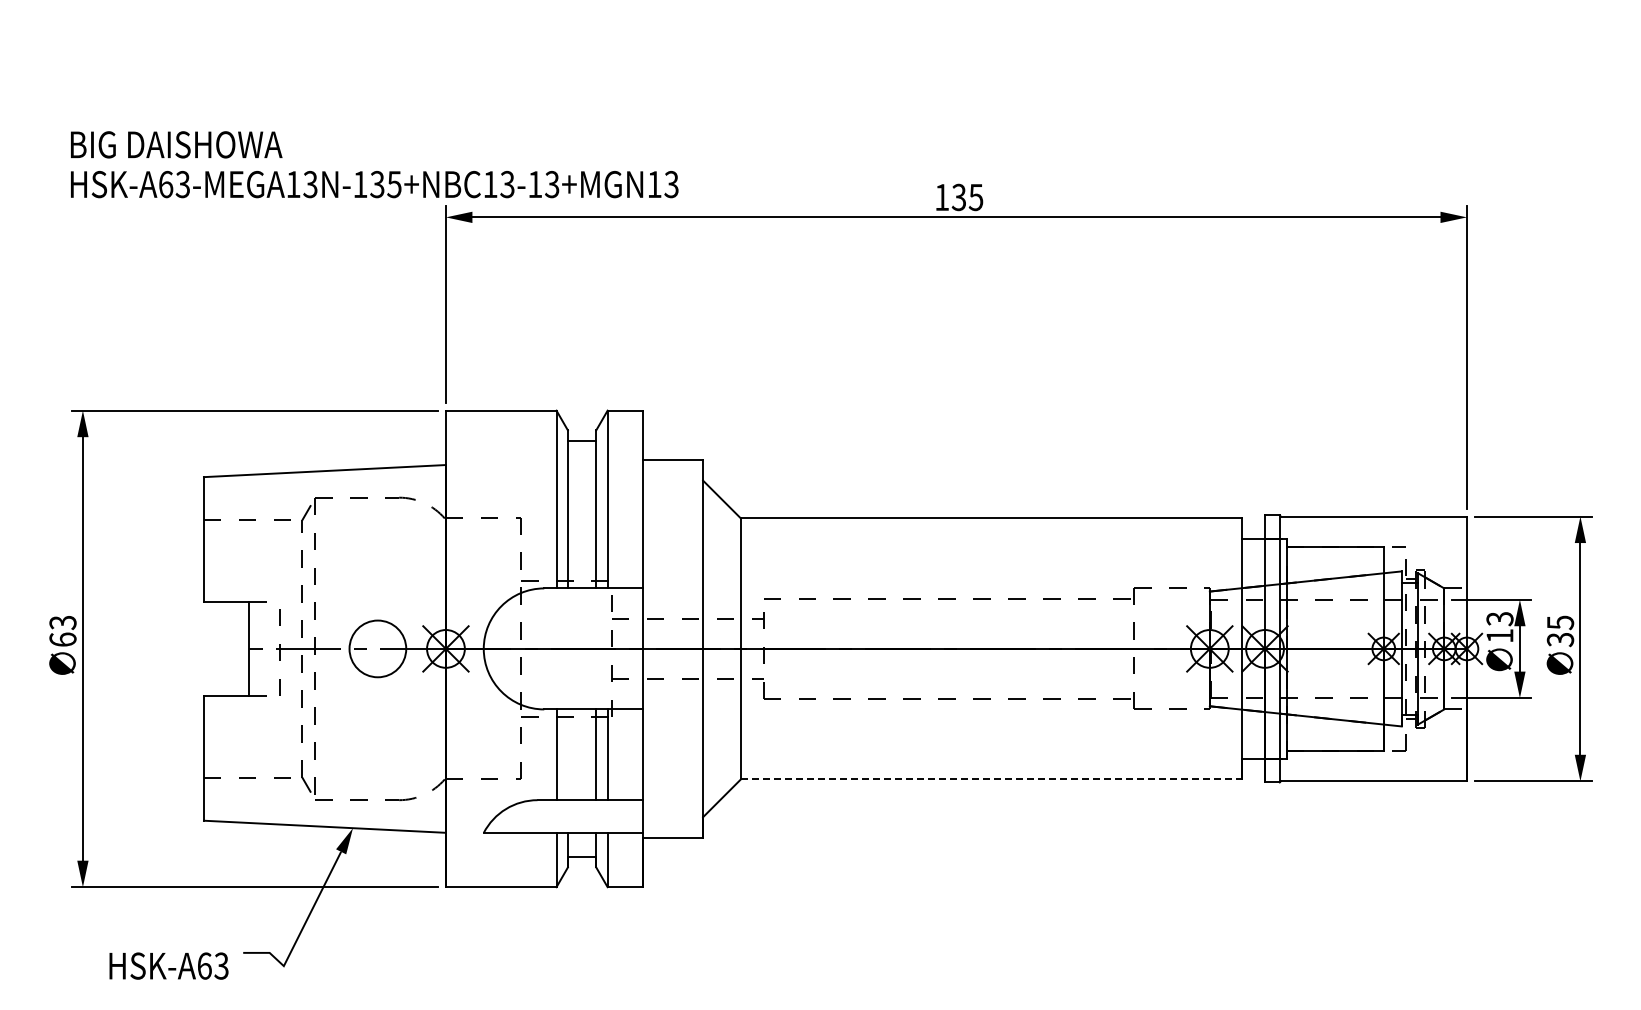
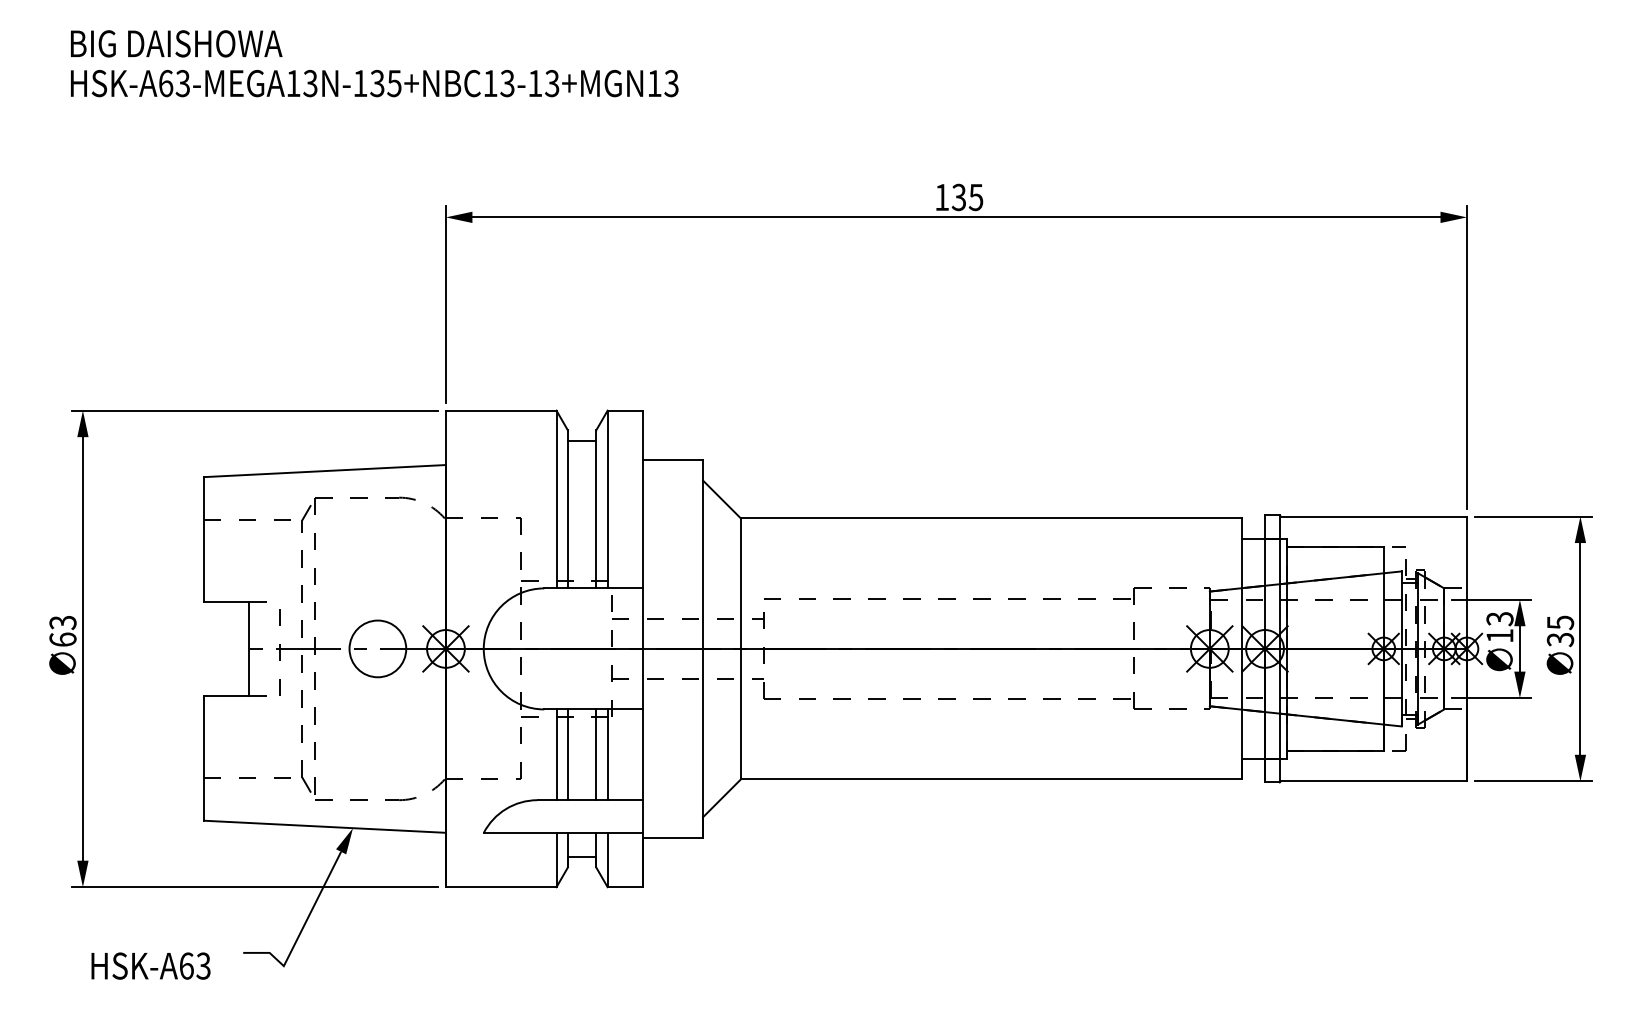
text at (374, 164) position: (374, 164) -> (374, 63)
line at (567, 754): none -> present
line at (991, 779): dashed -> solid
text at (168, 965) position: (168, 965) -> (150, 965)
